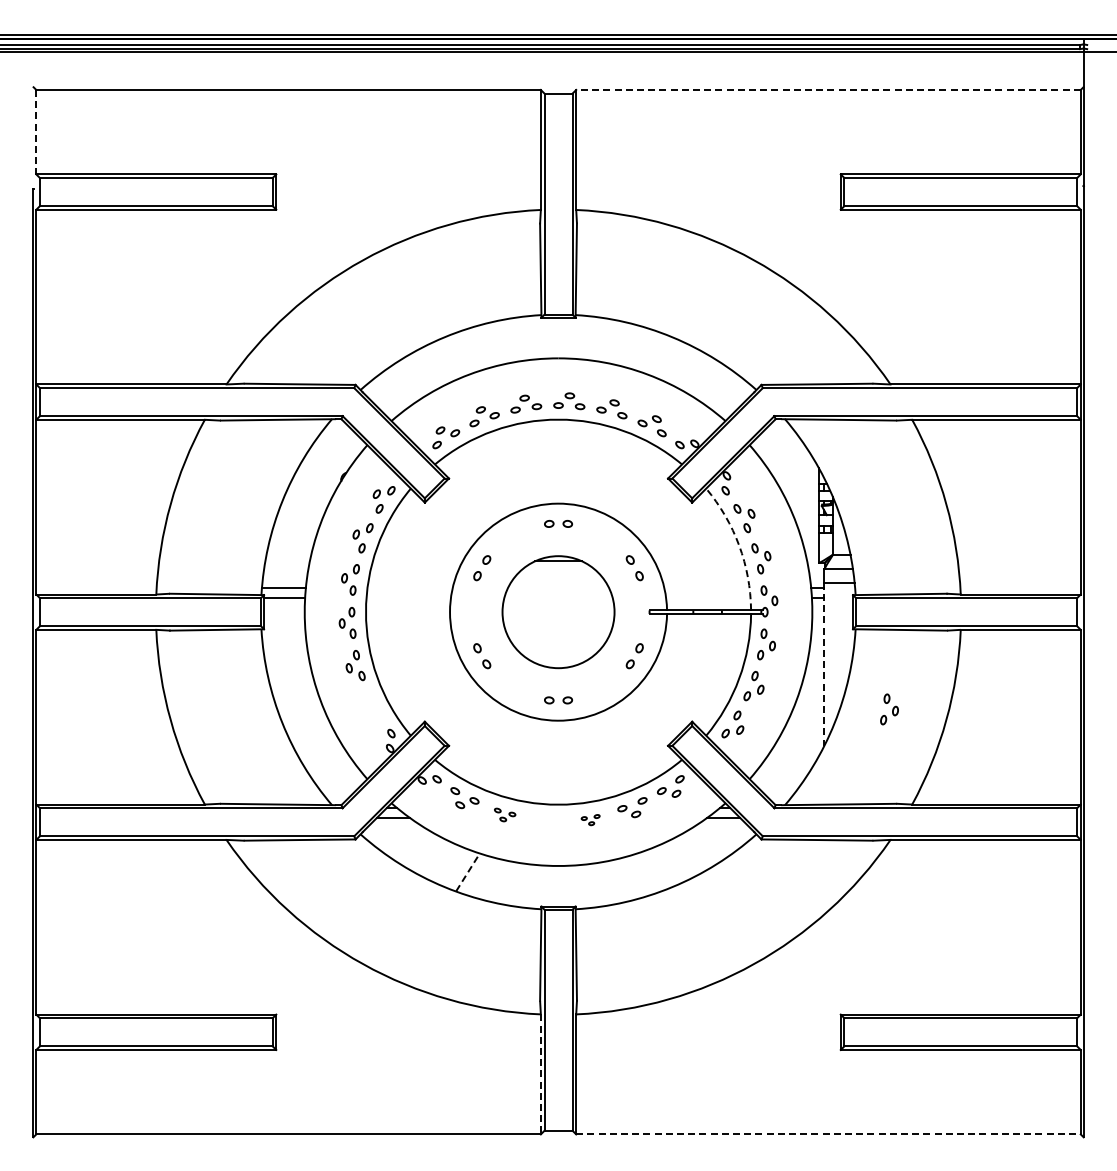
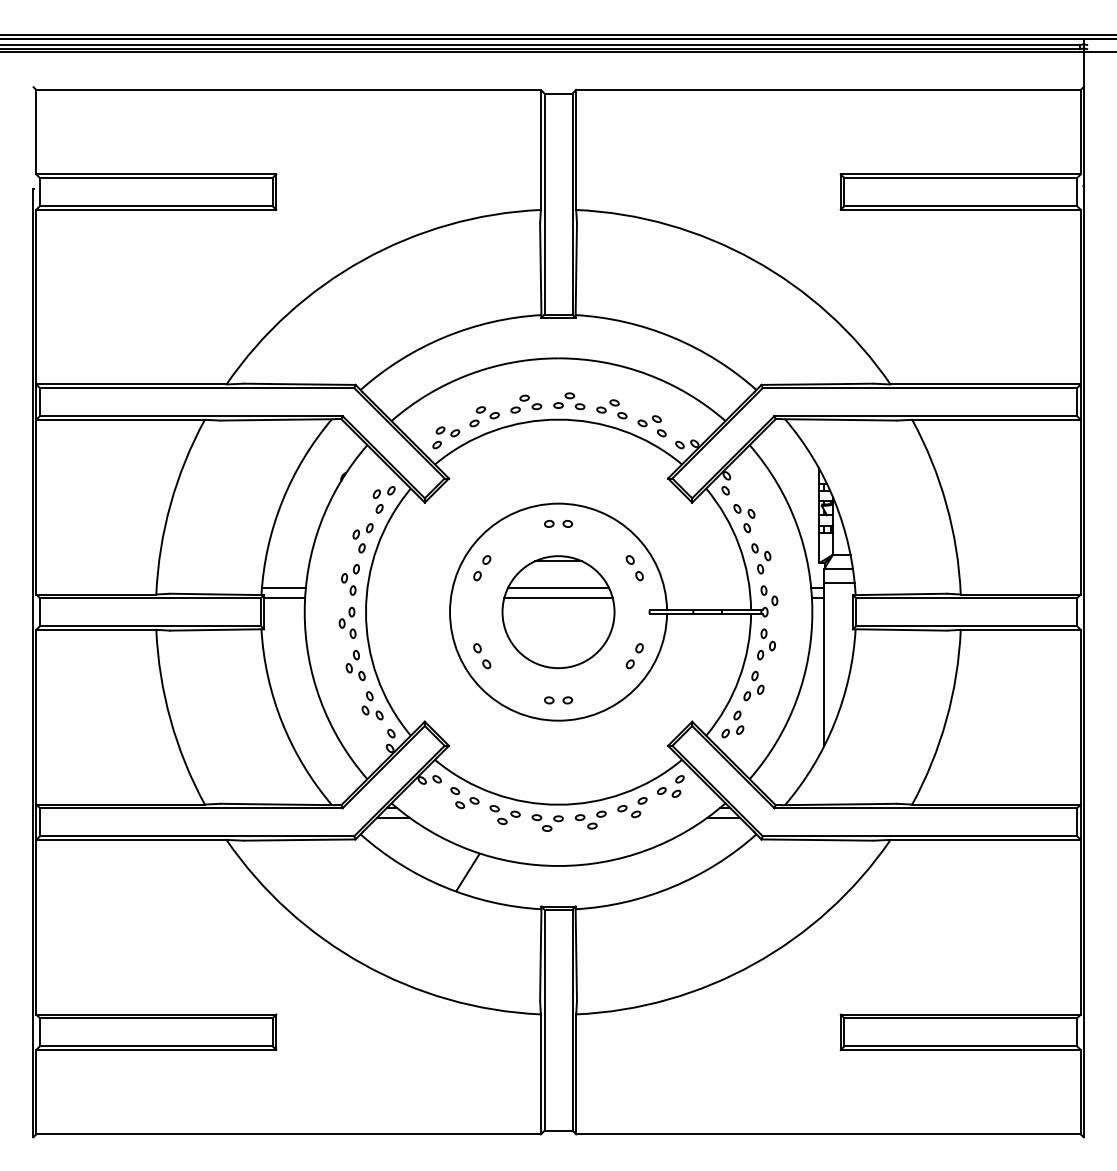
line at (827, 89): dashed -> solid
line at (36, 132): dashed -> solid
arc at (739, 545): dashed -> solid
line at (558, 587): none -> present
line at (558, 597): none -> present
line at (824, 664): dashed -> solid
part at (372, 705): none -> present
part at (889, 709): present -> none
part at (505, 814) size: 23x16 px -> 32x20 px
part at (590, 820) size: 21x13 px -> 33x20 px
part at (547, 822): none -> present
line at (467, 872): dashed -> solid
line at (540, 1074): dashed -> solid
line at (828, 1134): dashed -> solid
